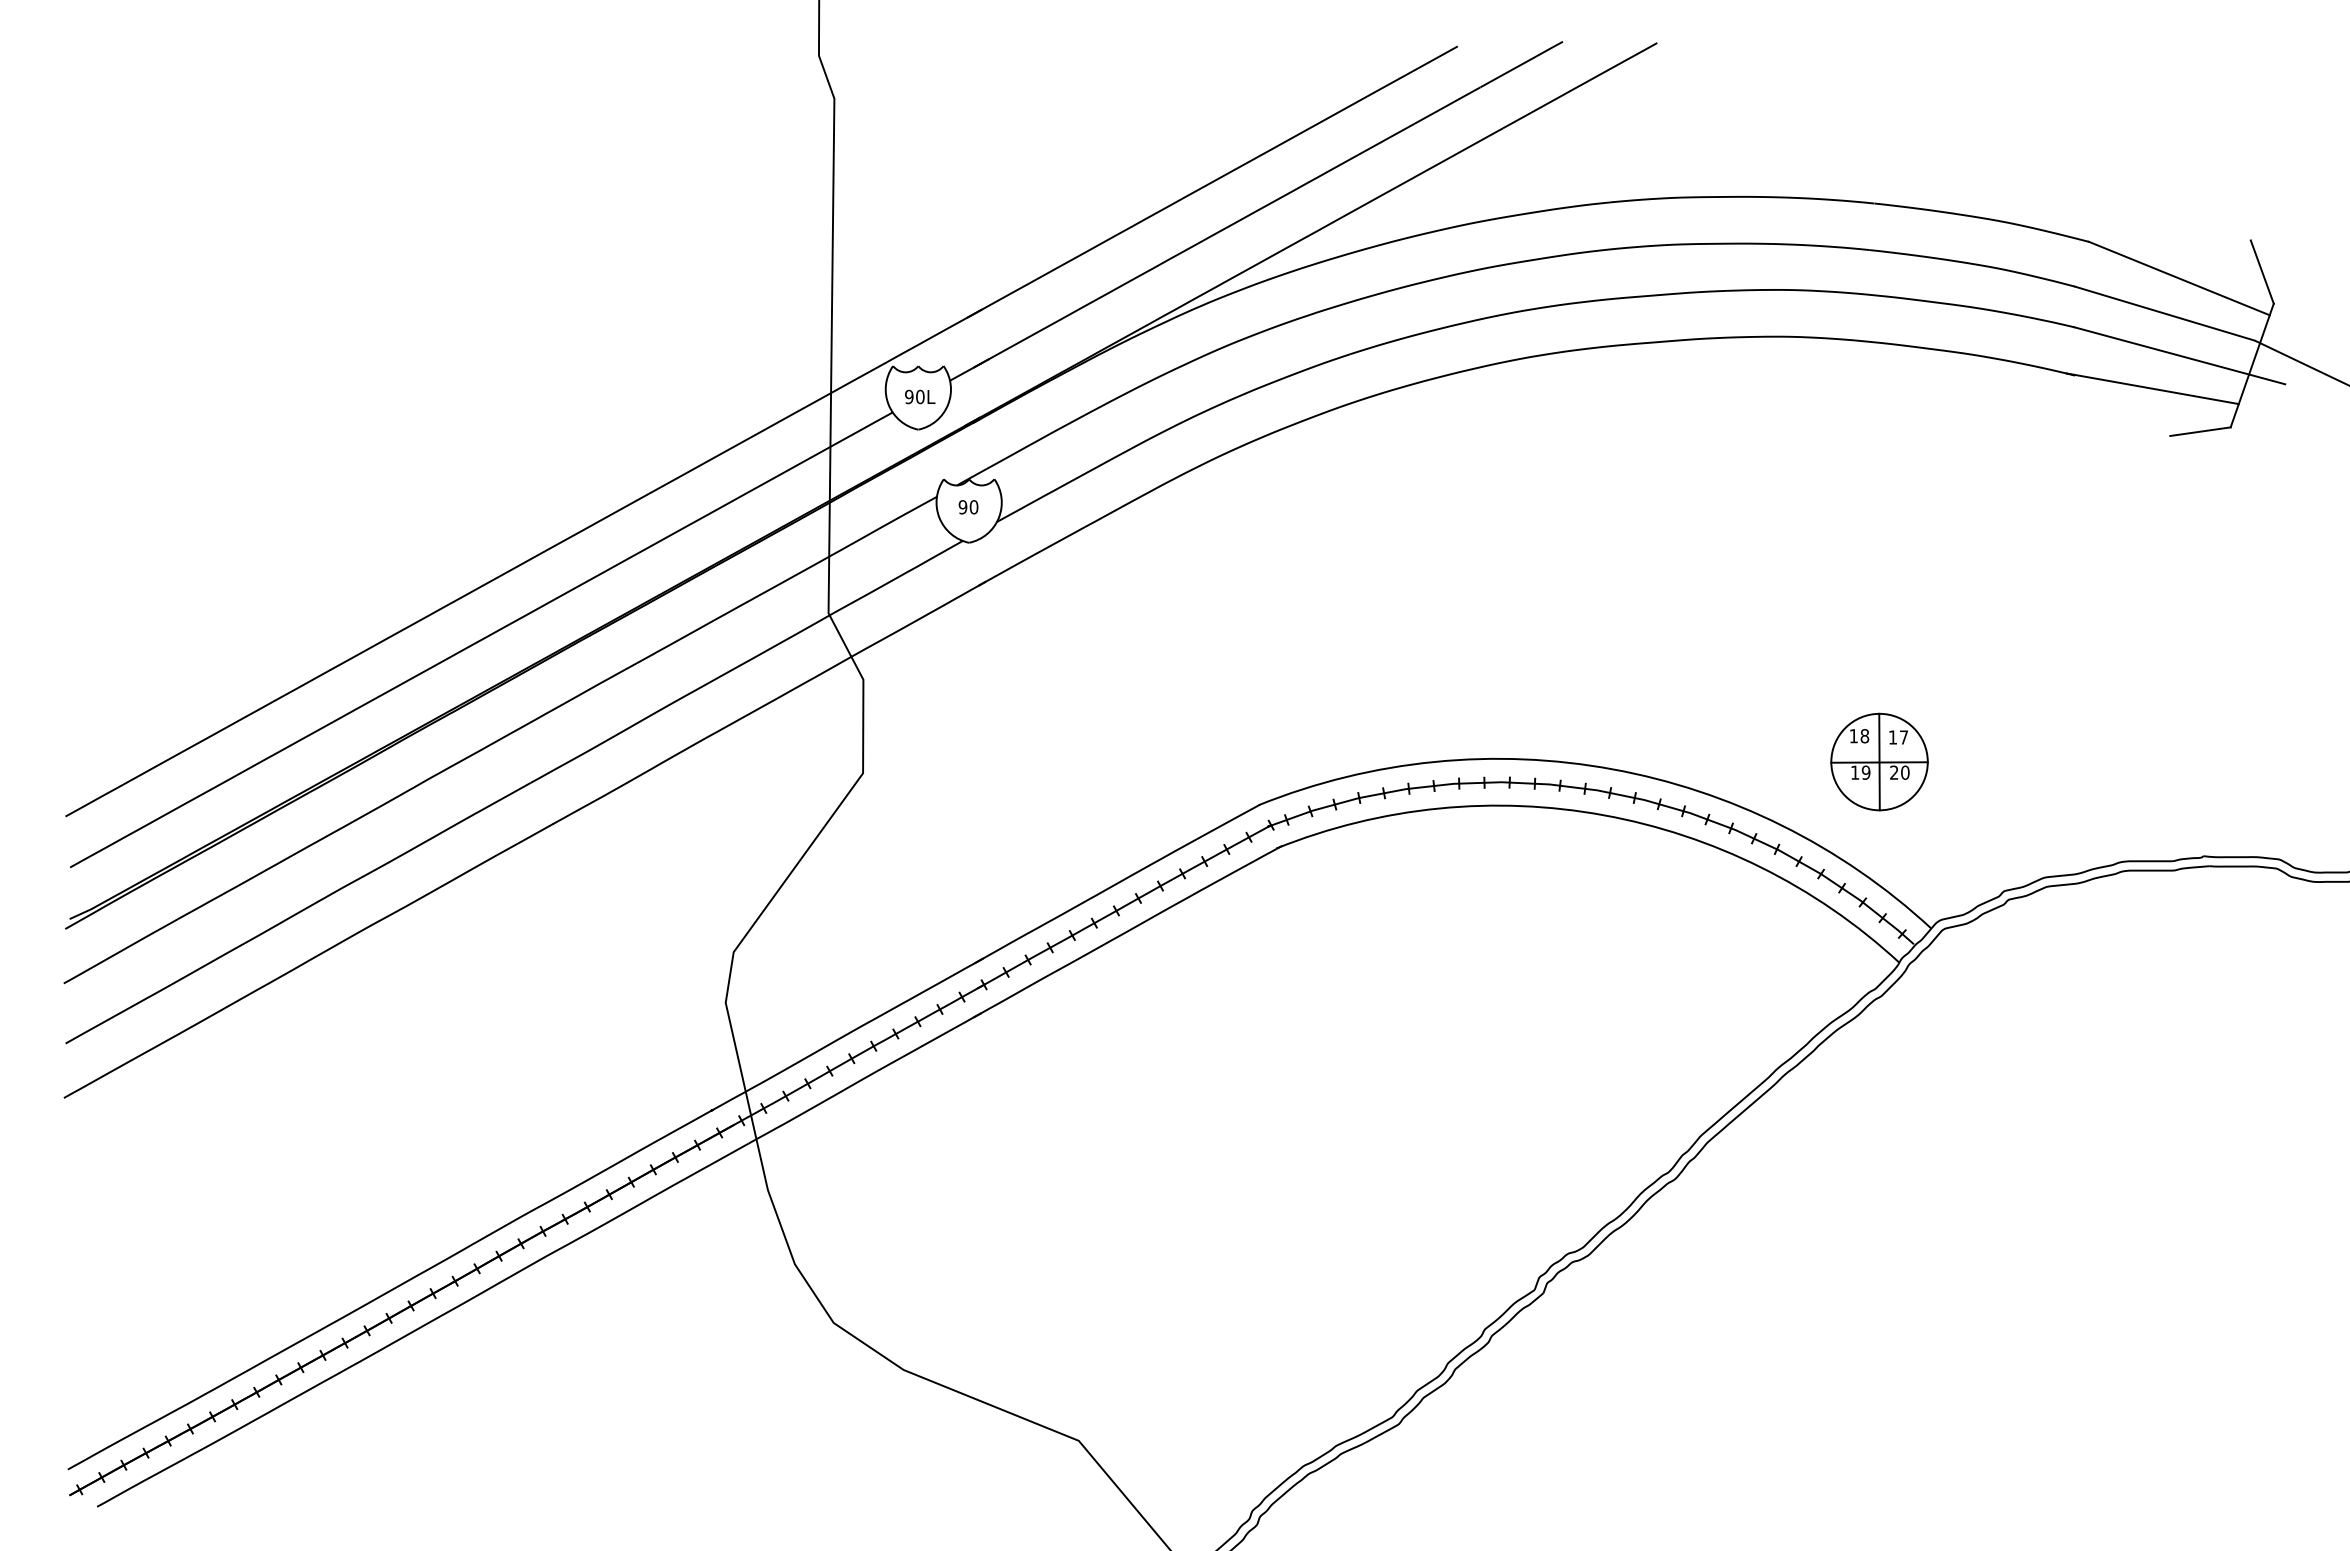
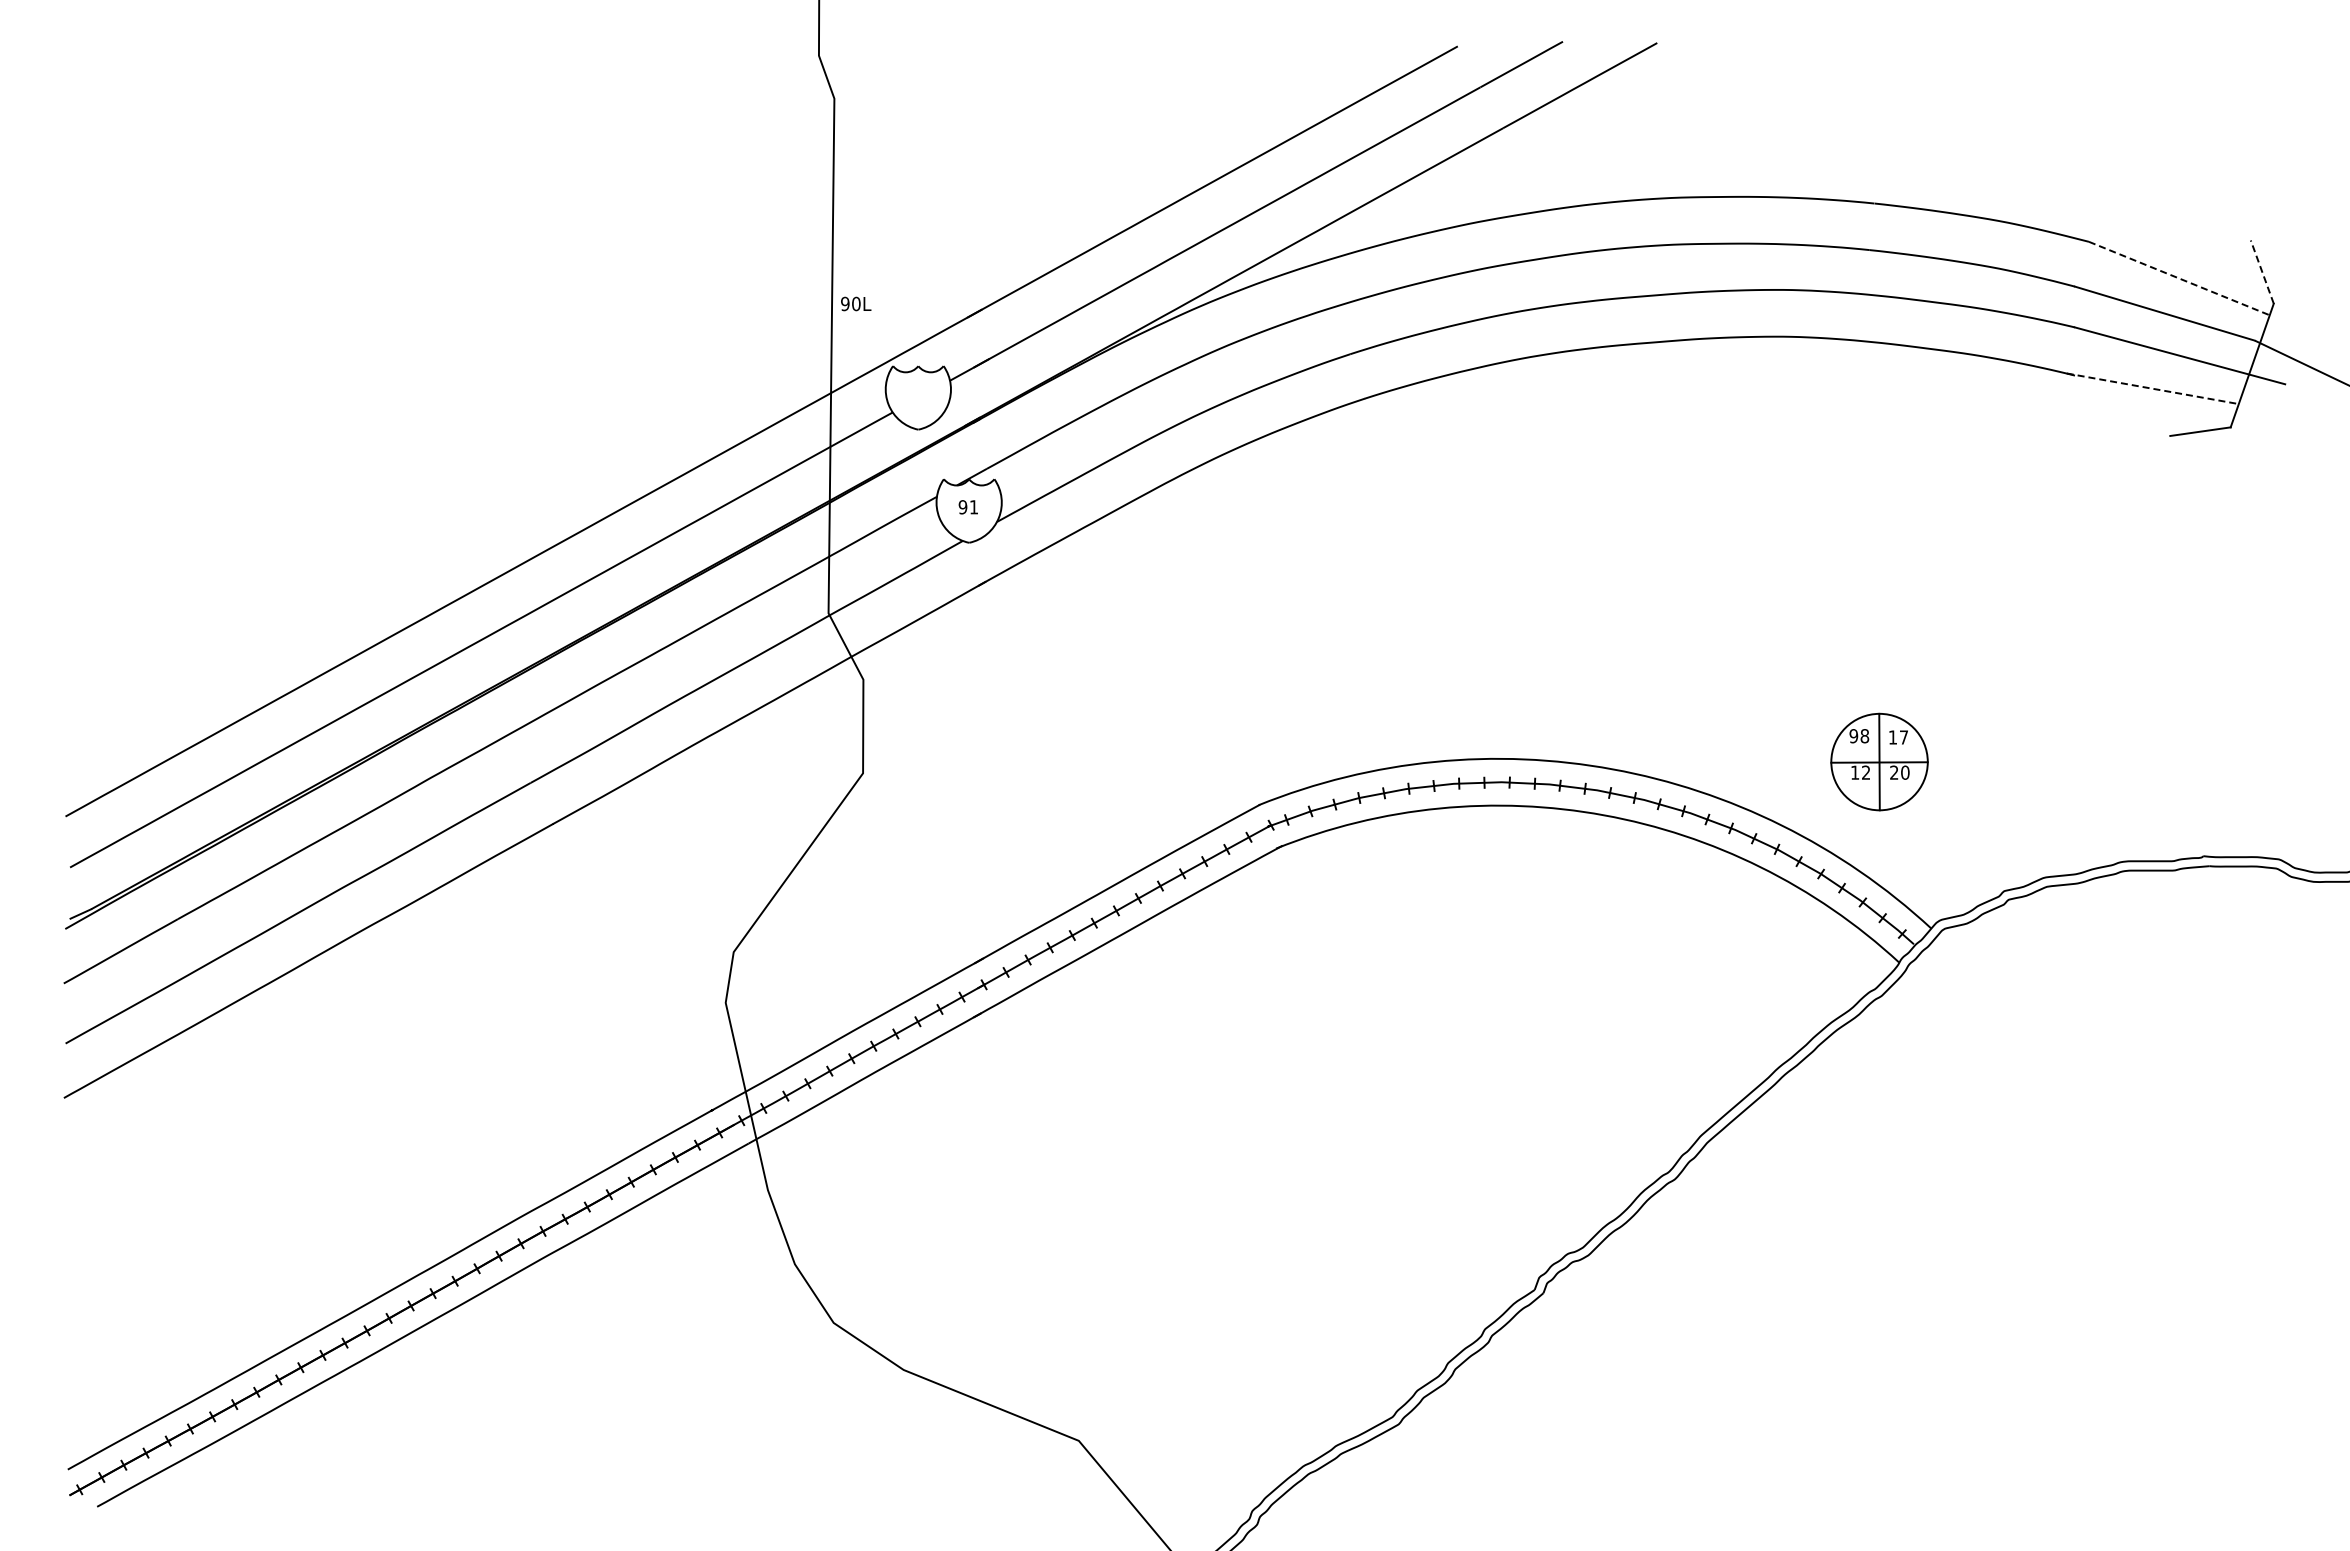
line at (2262, 272): solid -> dashed
line at (2179, 278): solid -> dashed
line at (2153, 388): solid -> dashed
text at (920, 396) position: (920, 396) -> (856, 303)
text at (973, 507): 90 -> 91
text at (1853, 736): 18 -> 98
text at (1865, 772): 19 -> 12
